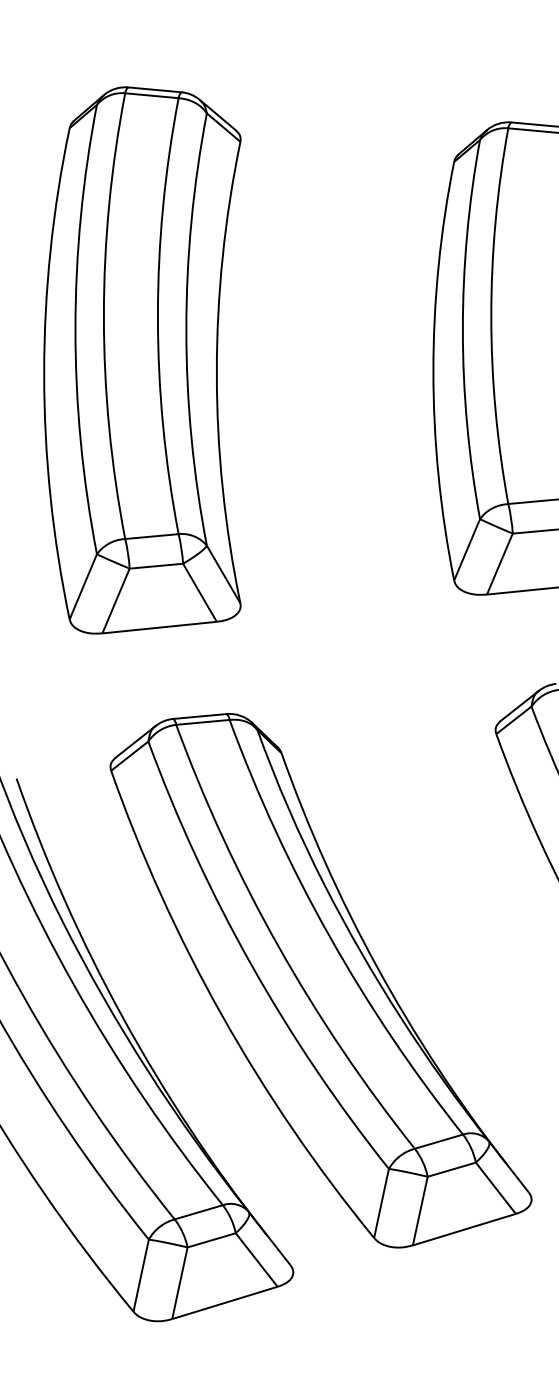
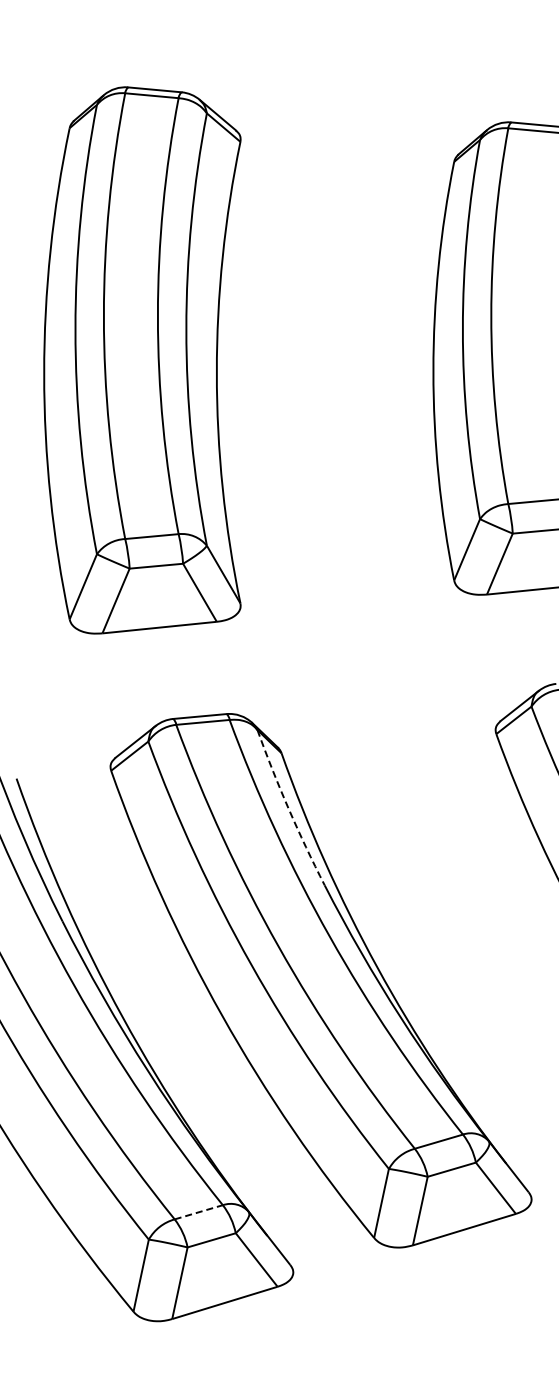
arc at (288, 808): solid -> dashed
line at (199, 1212): solid -> dashed
